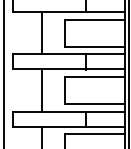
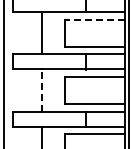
line at (94, 19): solid -> dashed
line at (42, 90): solid -> dashed
